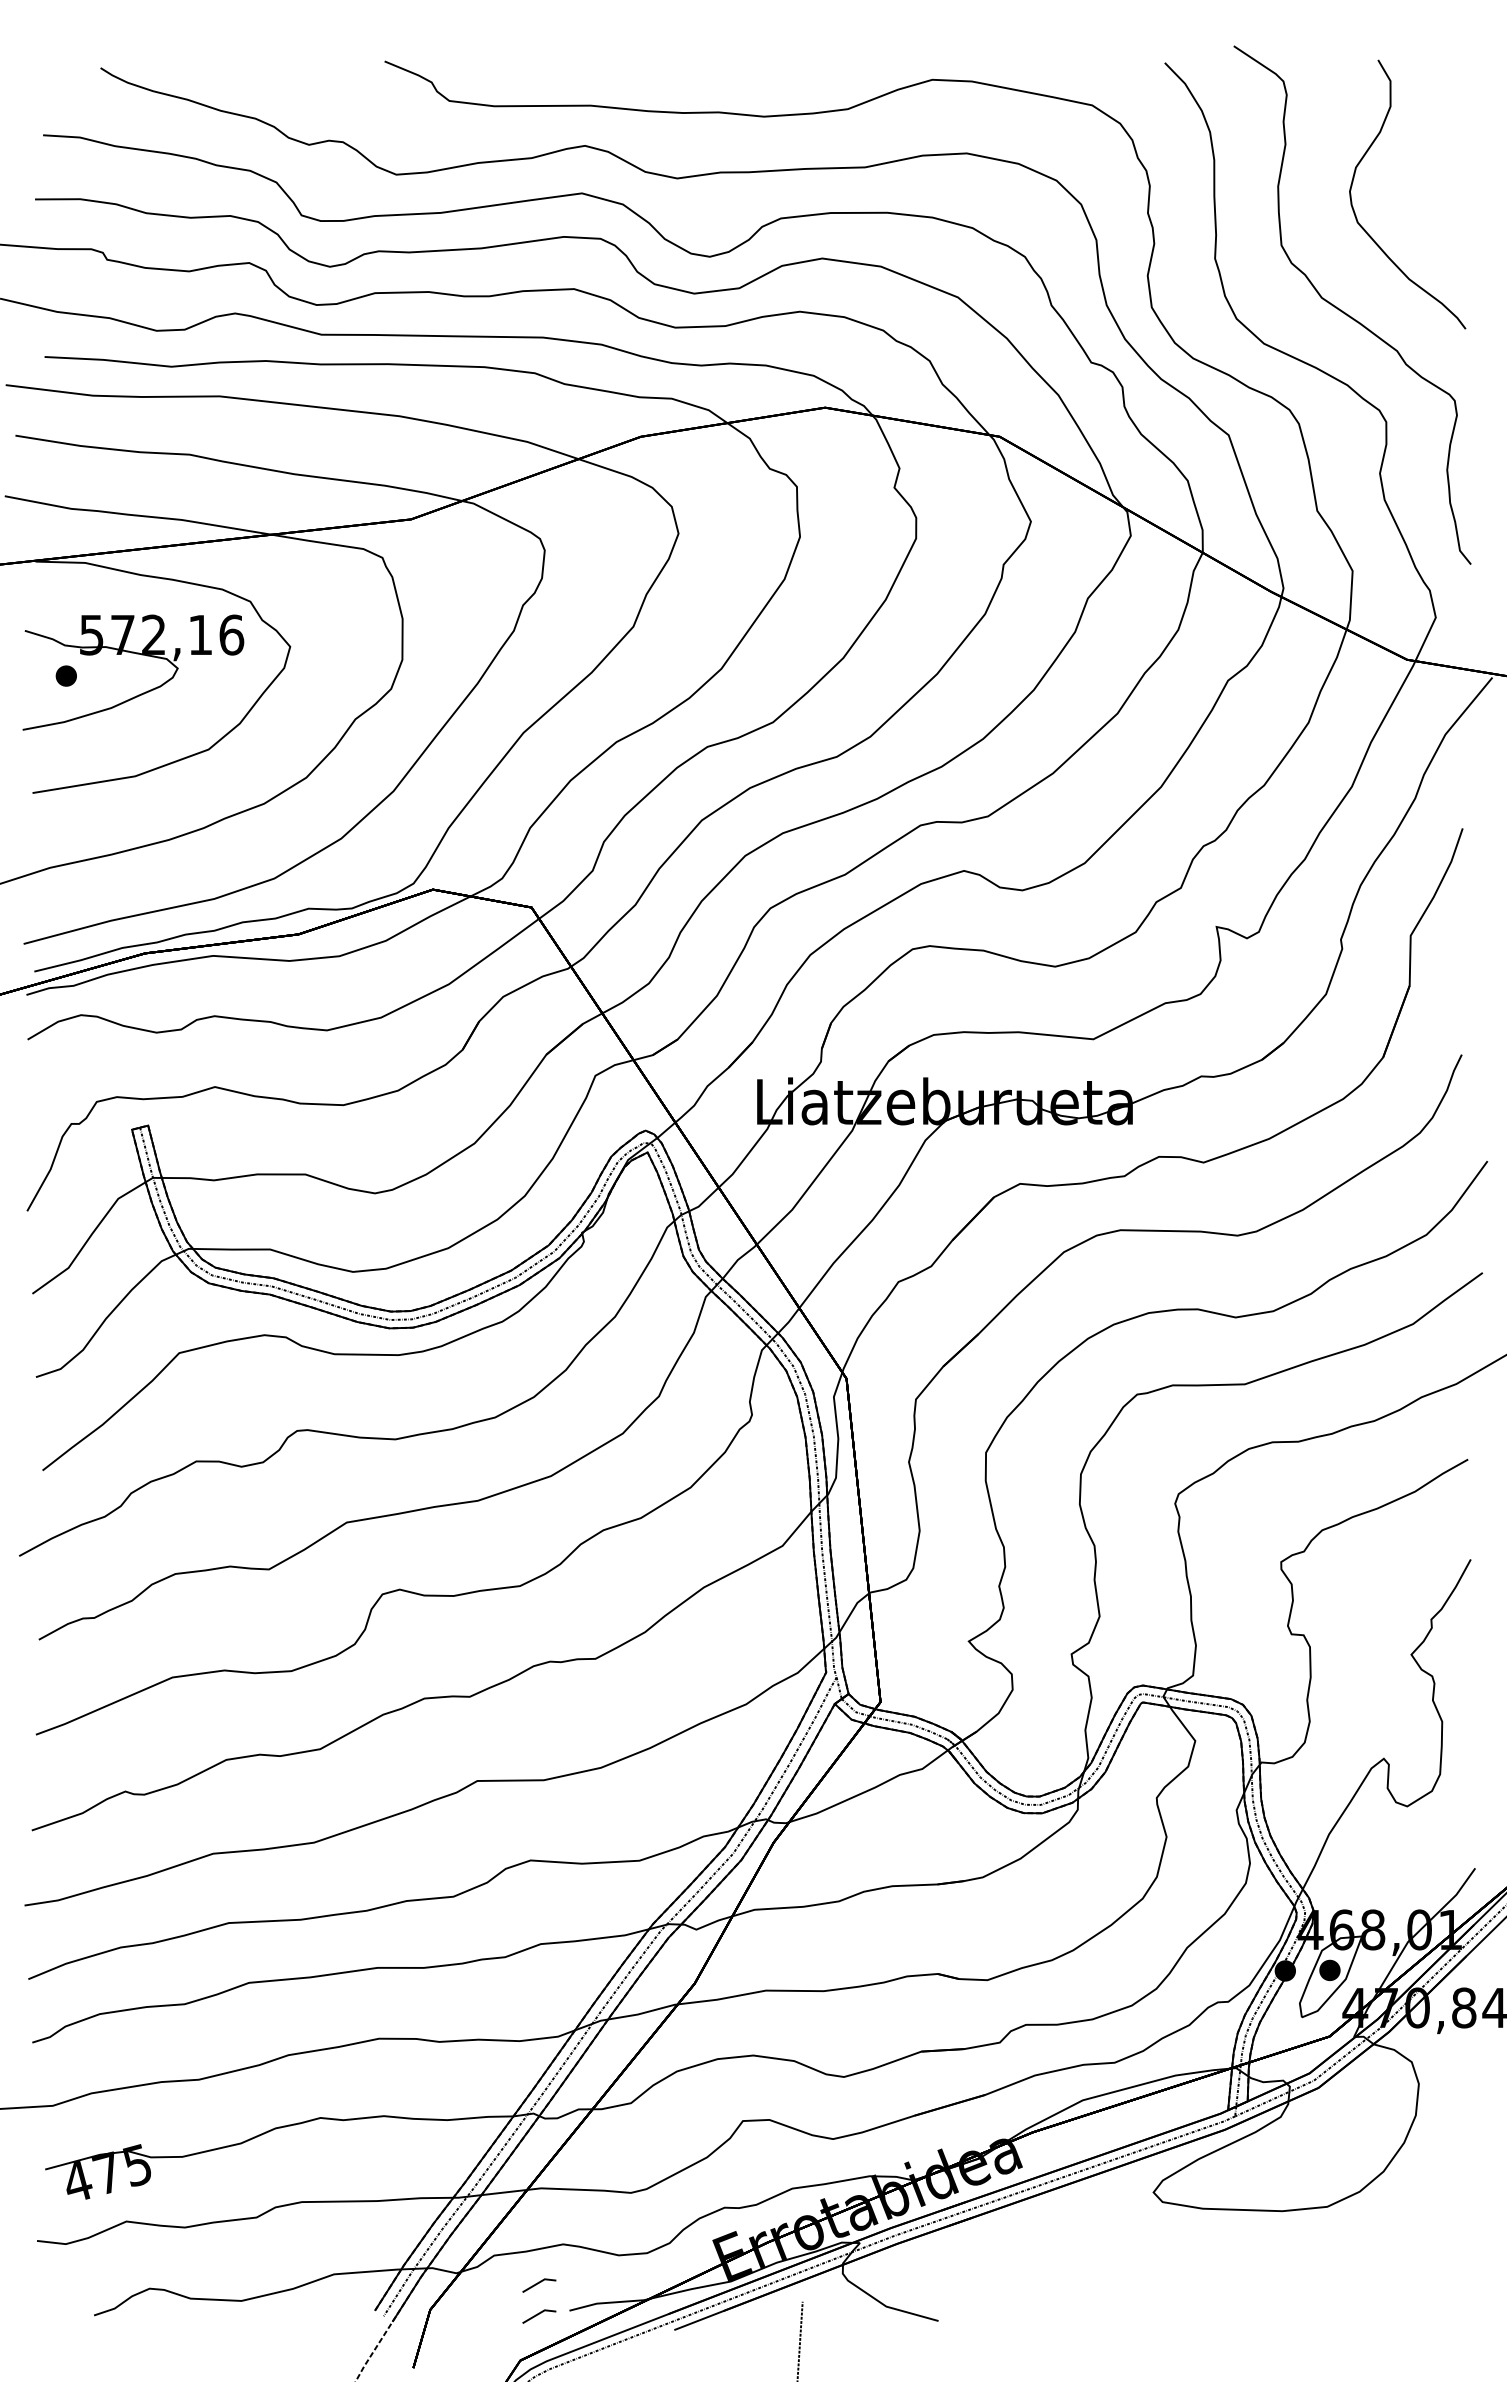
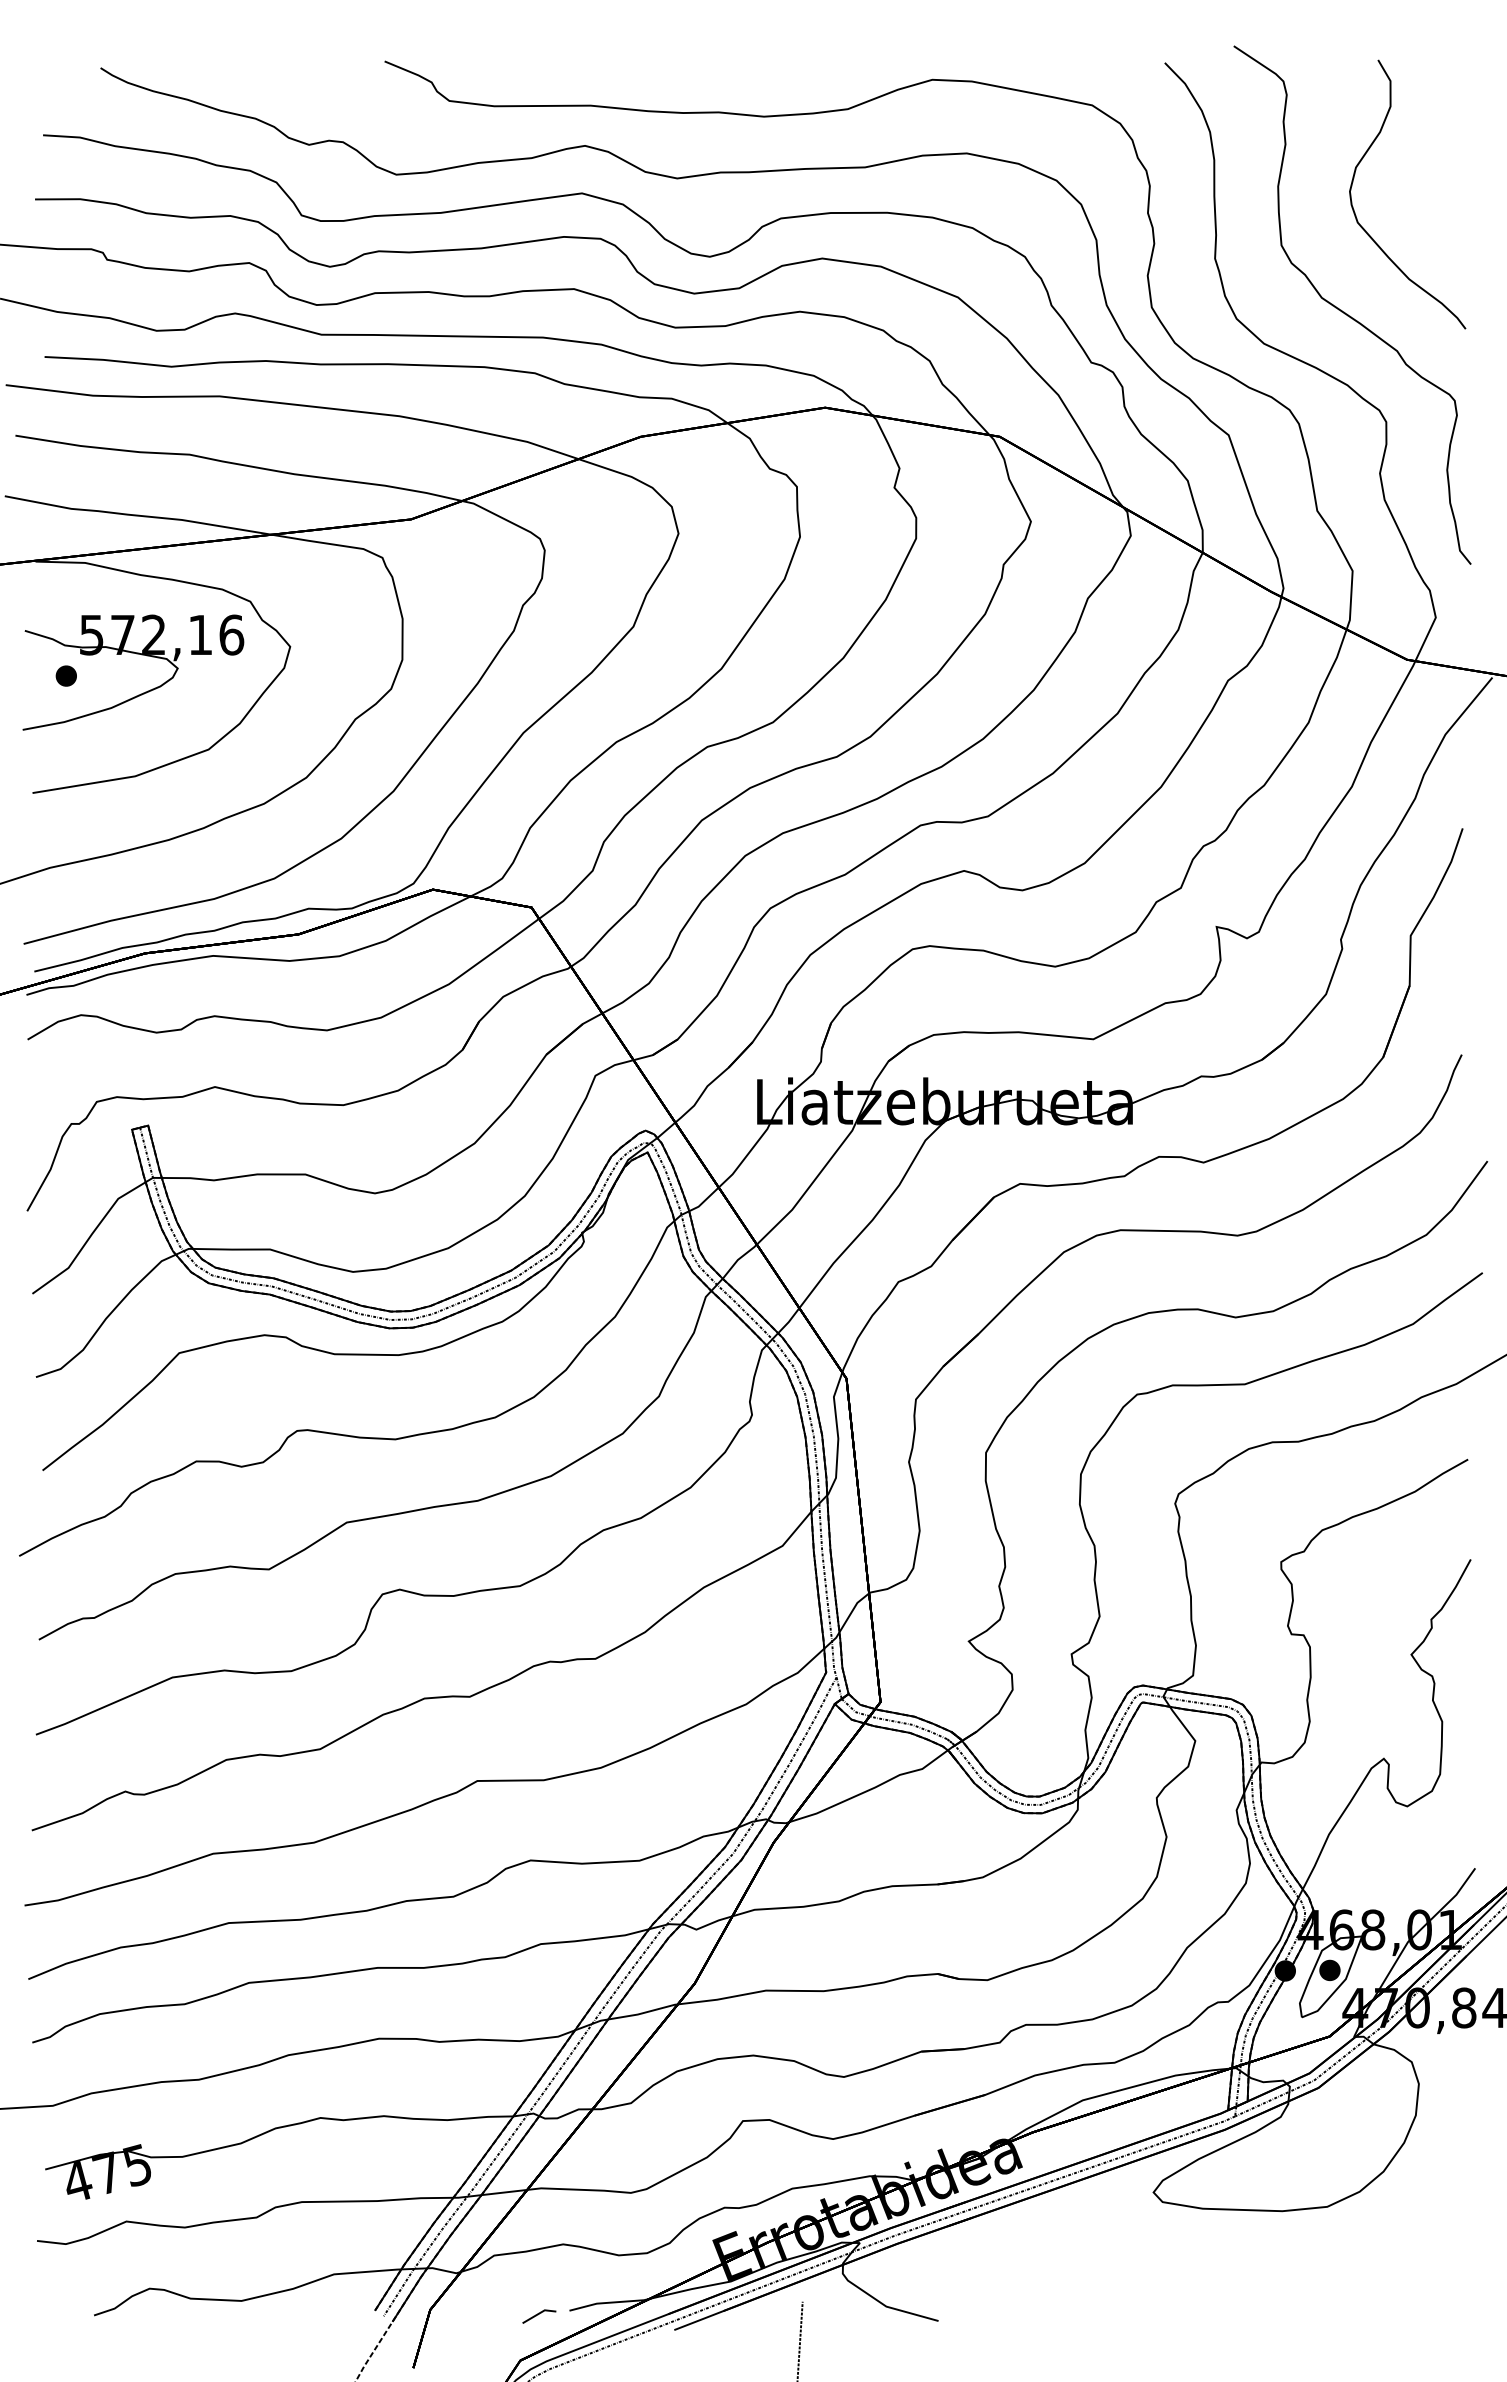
line at (538, 2284): present -> none
